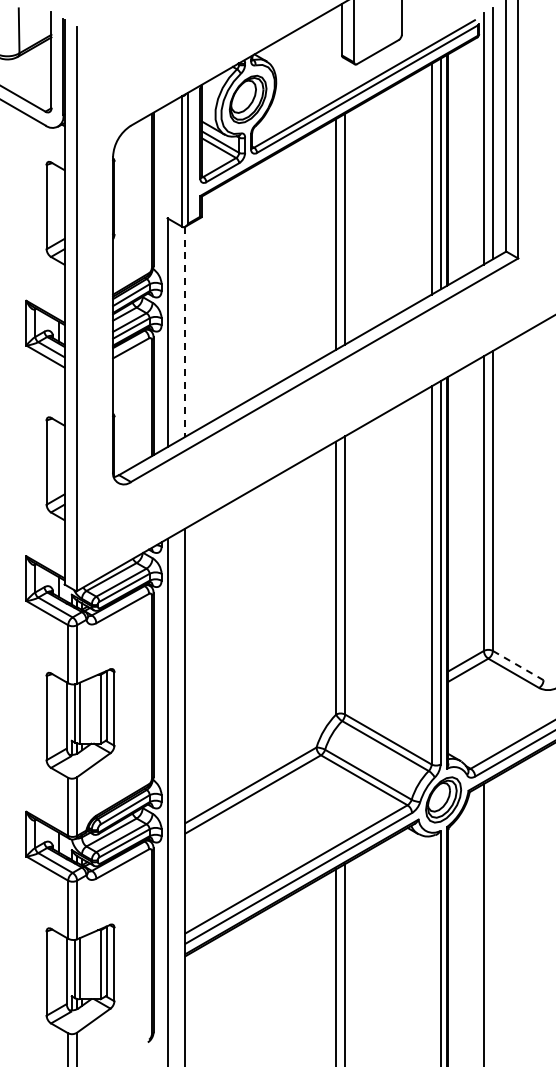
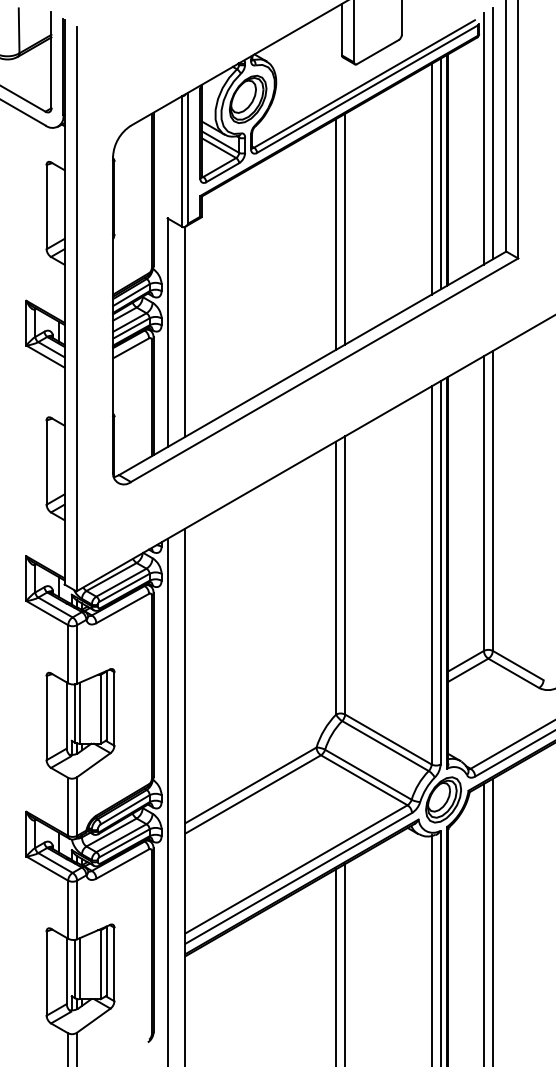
line at (185, 332): dashed -> solid
line at (518, 665): dashed -> solid
line at (492, 920): none -> present
line at (431, 949): none -> present
